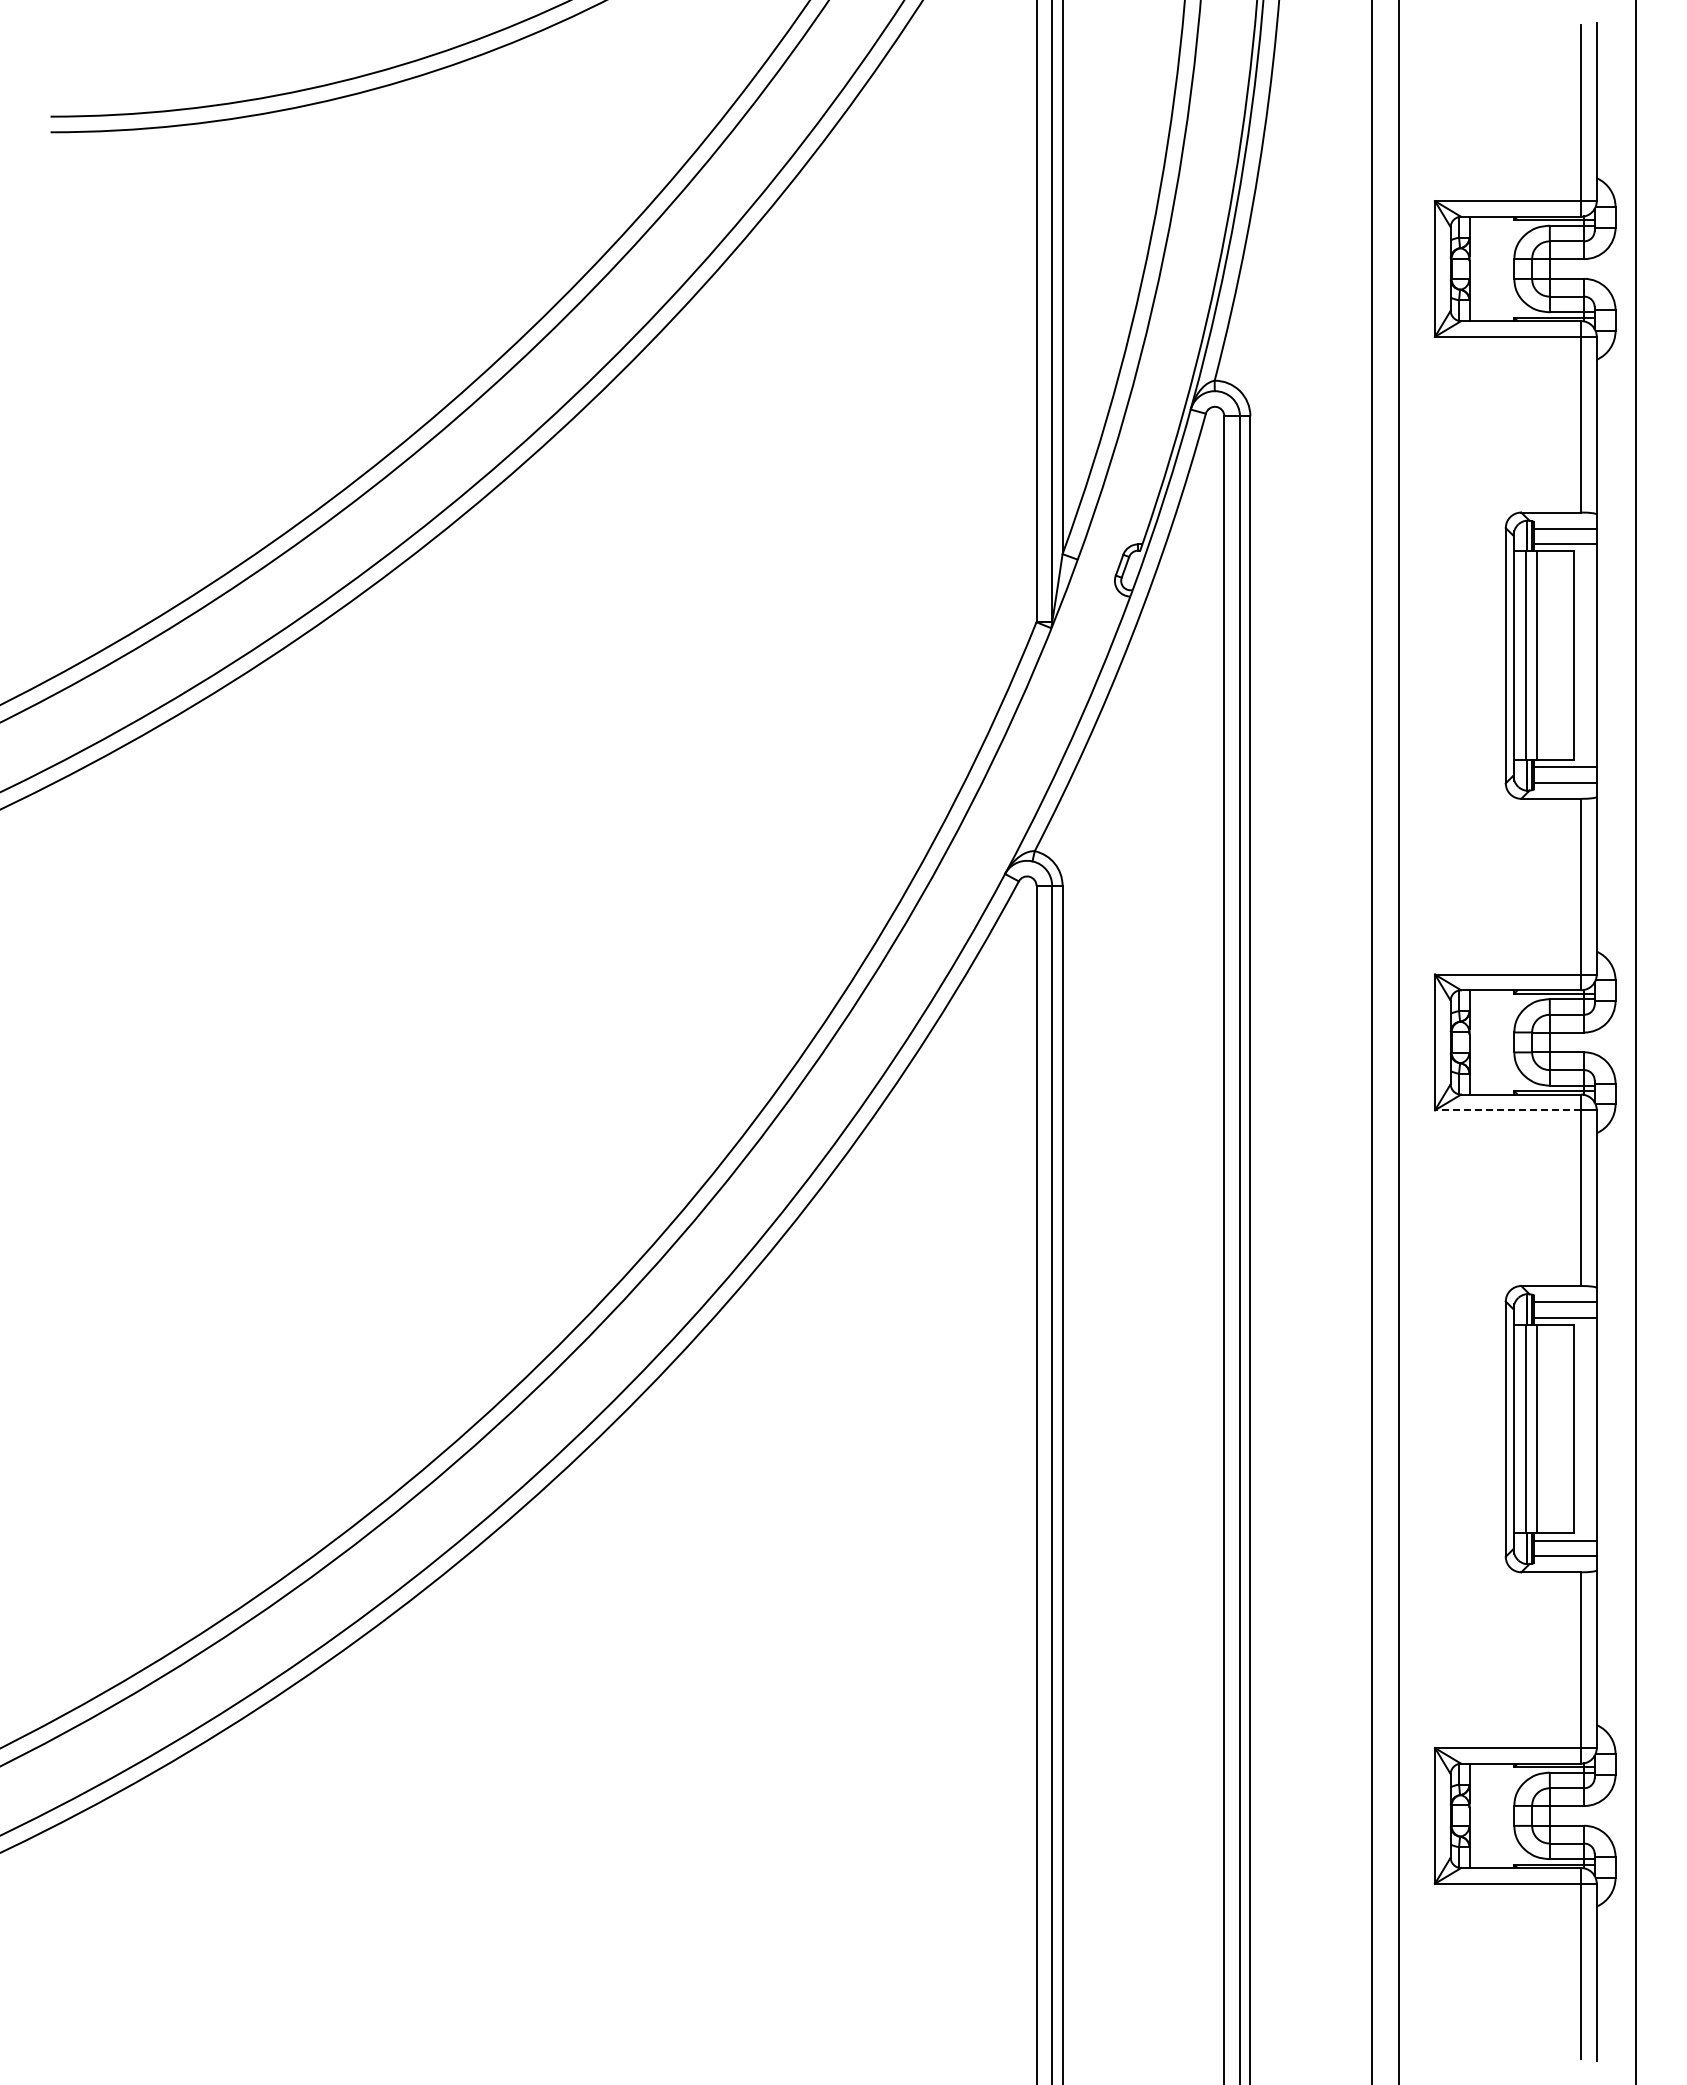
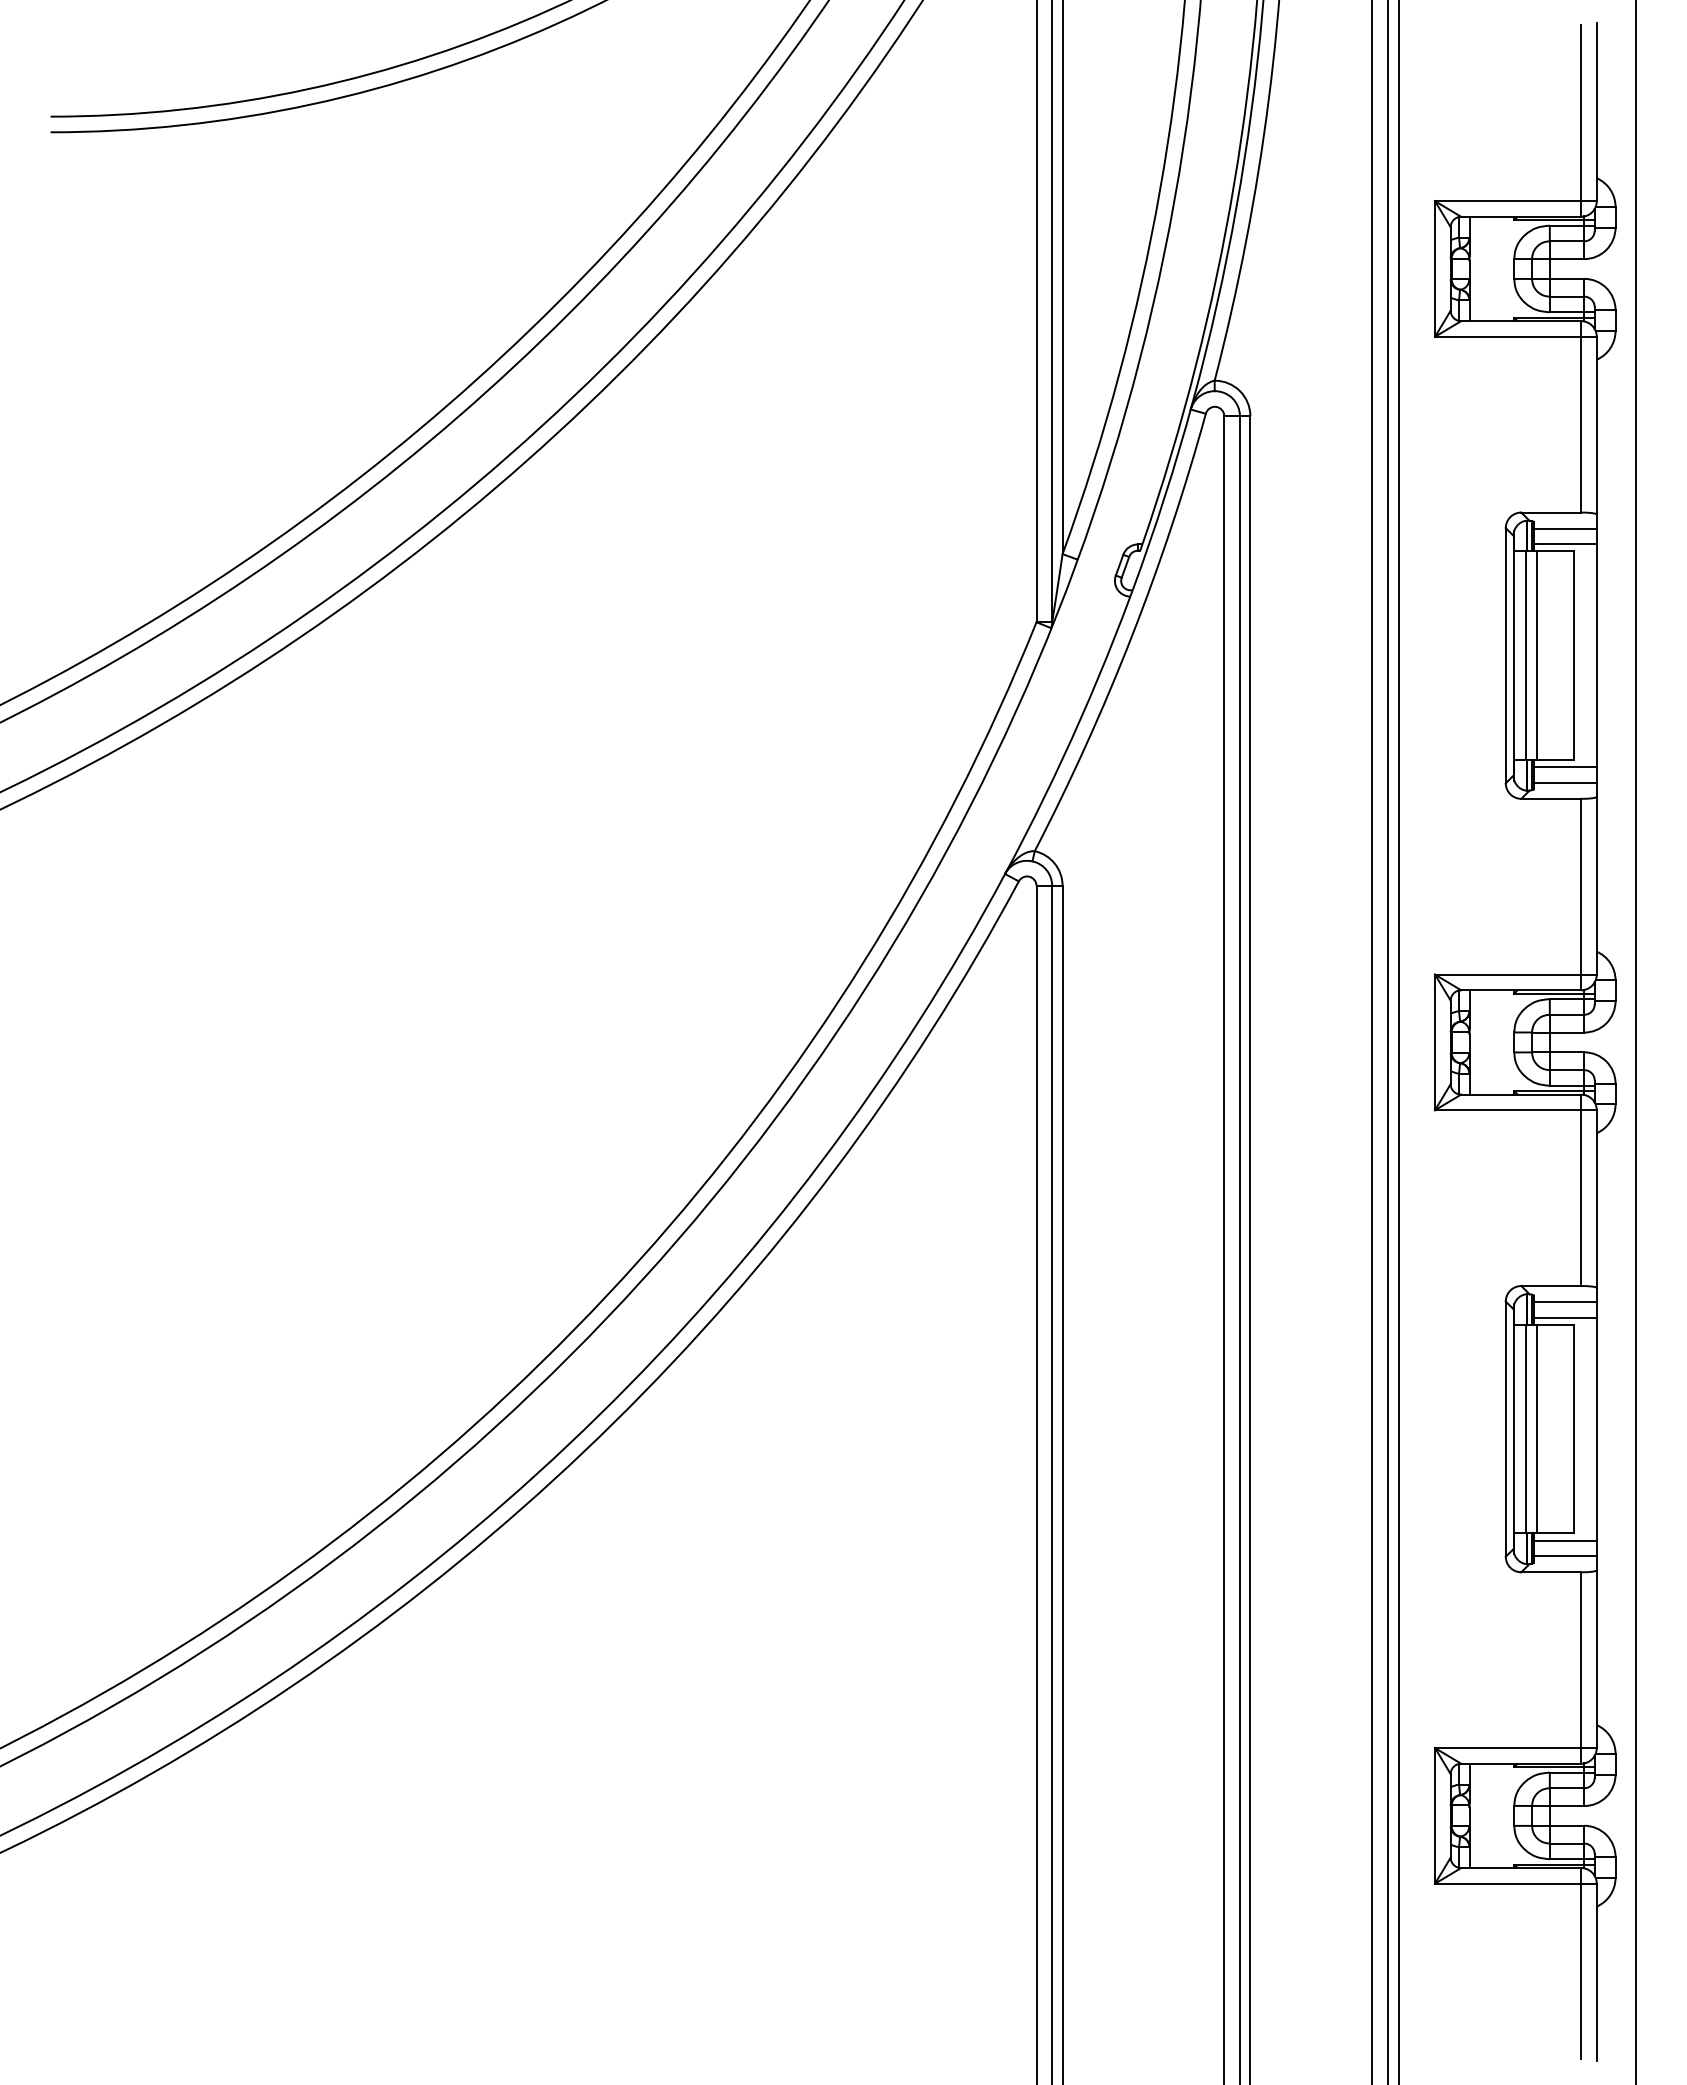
line at (1388, 1041): none -> present
line at (1507, 1110): dashed -> solid
